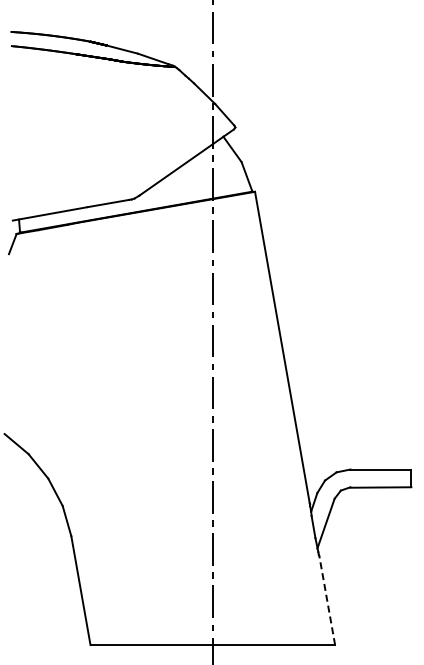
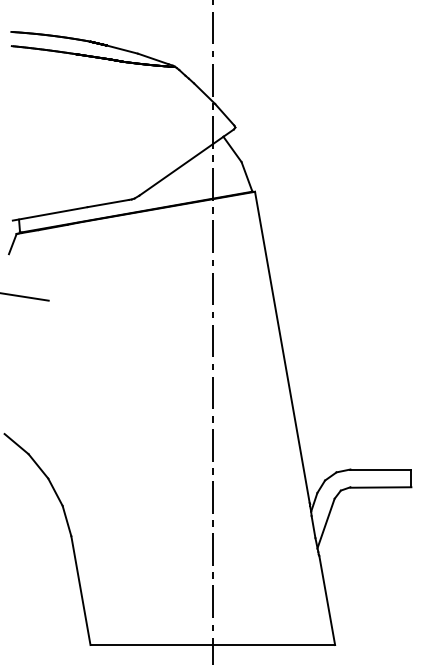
line at (25, 296): none -> present
line at (327, 599): dashed -> solid
